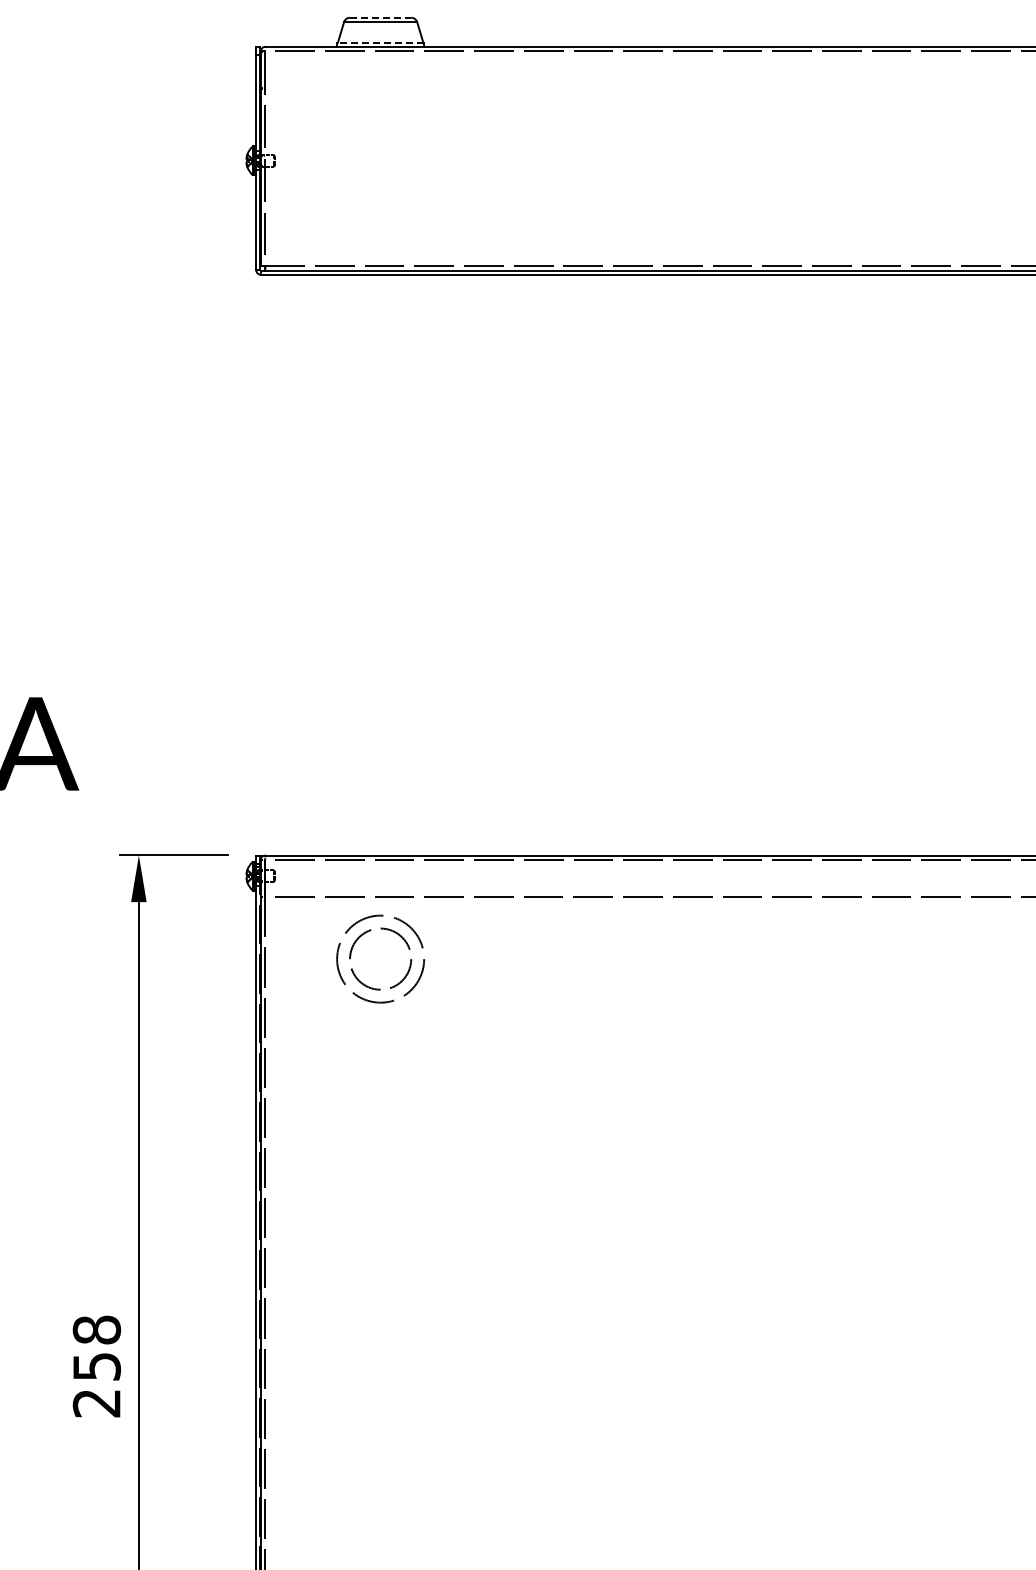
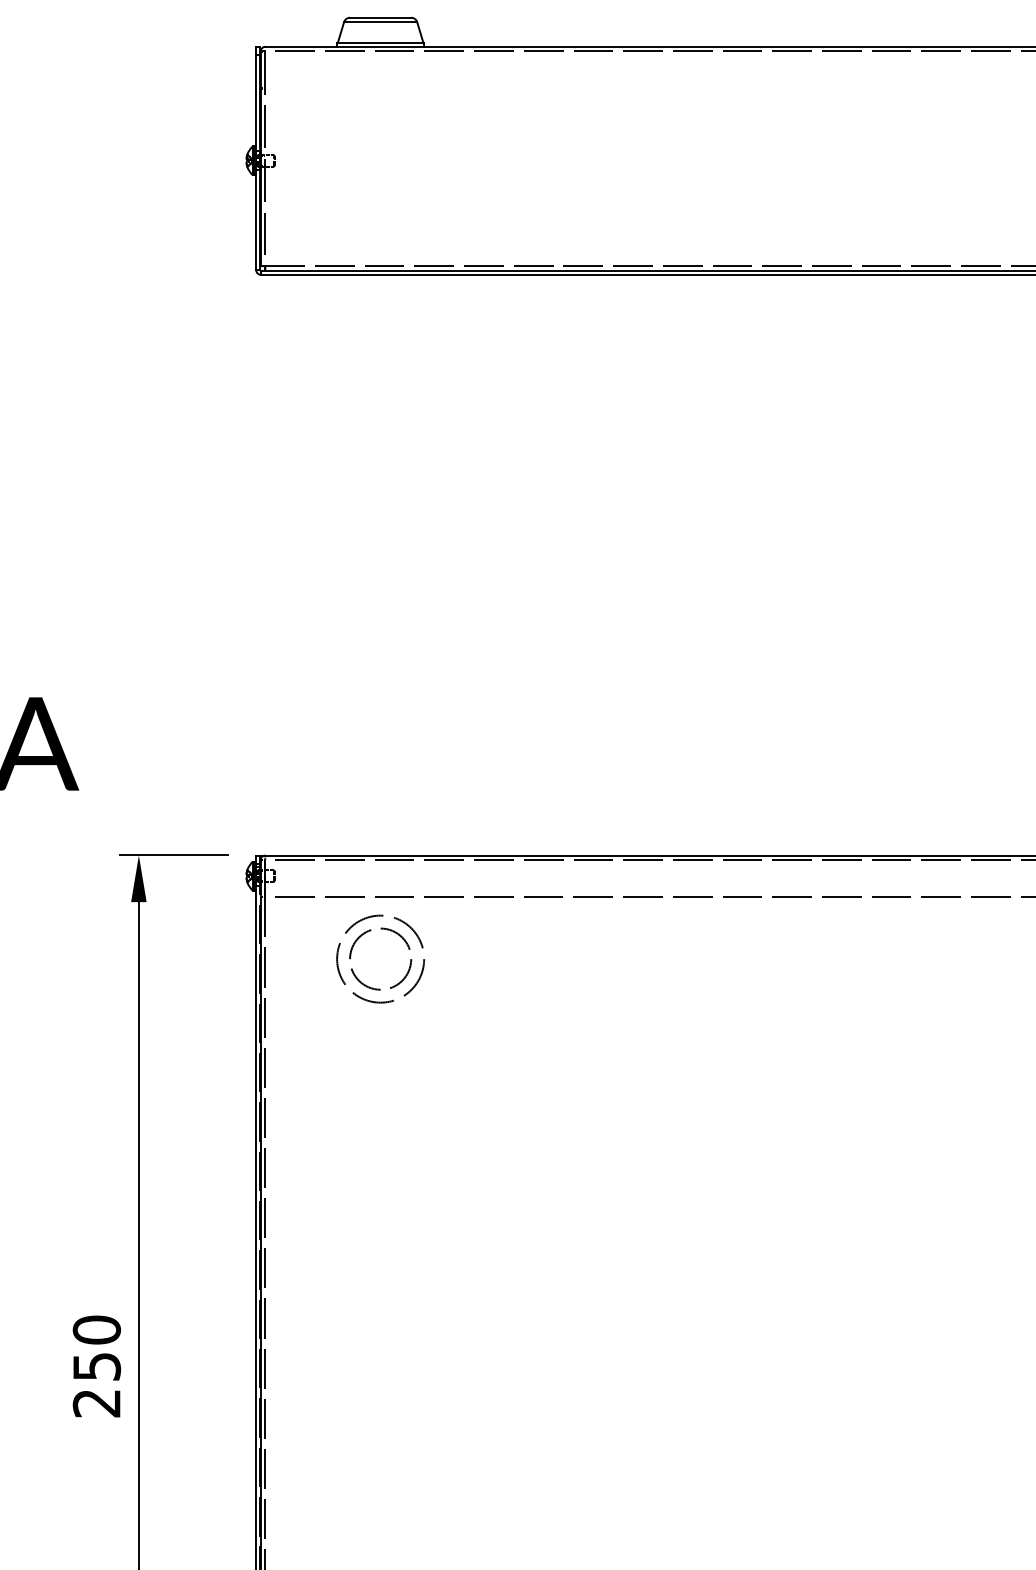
line at (380, 17): dashed -> solid
line at (380, 42): dashed -> solid
text at (96, 1329): 258 -> 250
